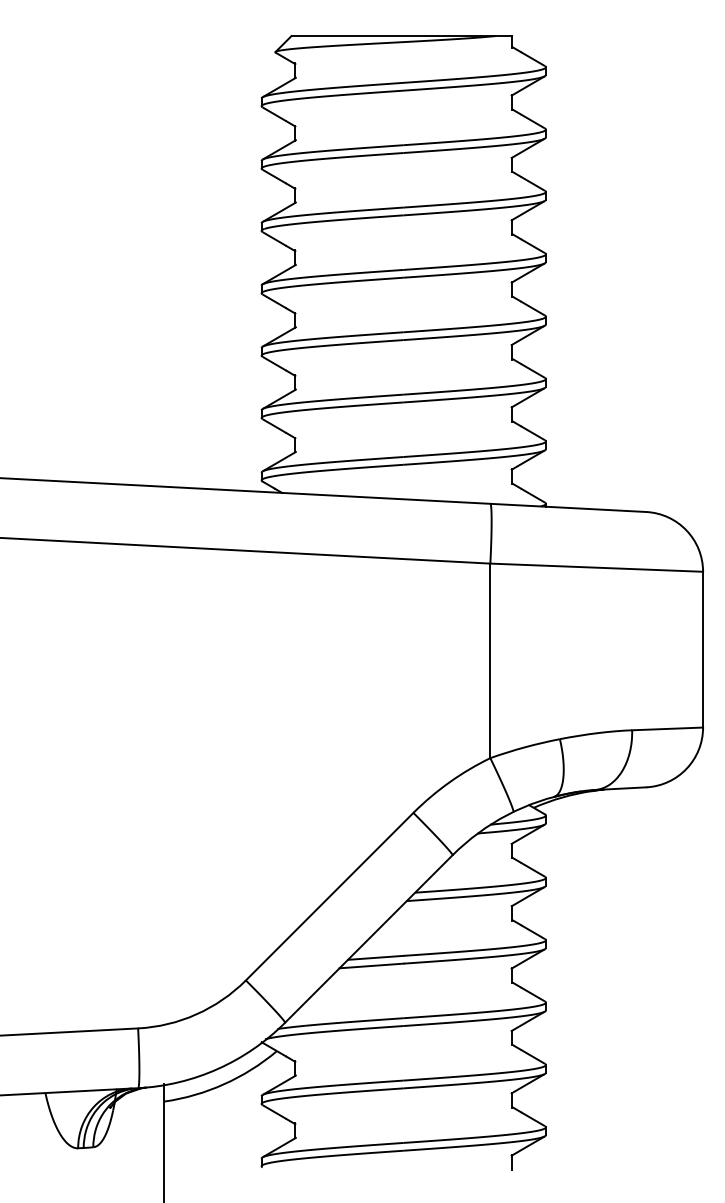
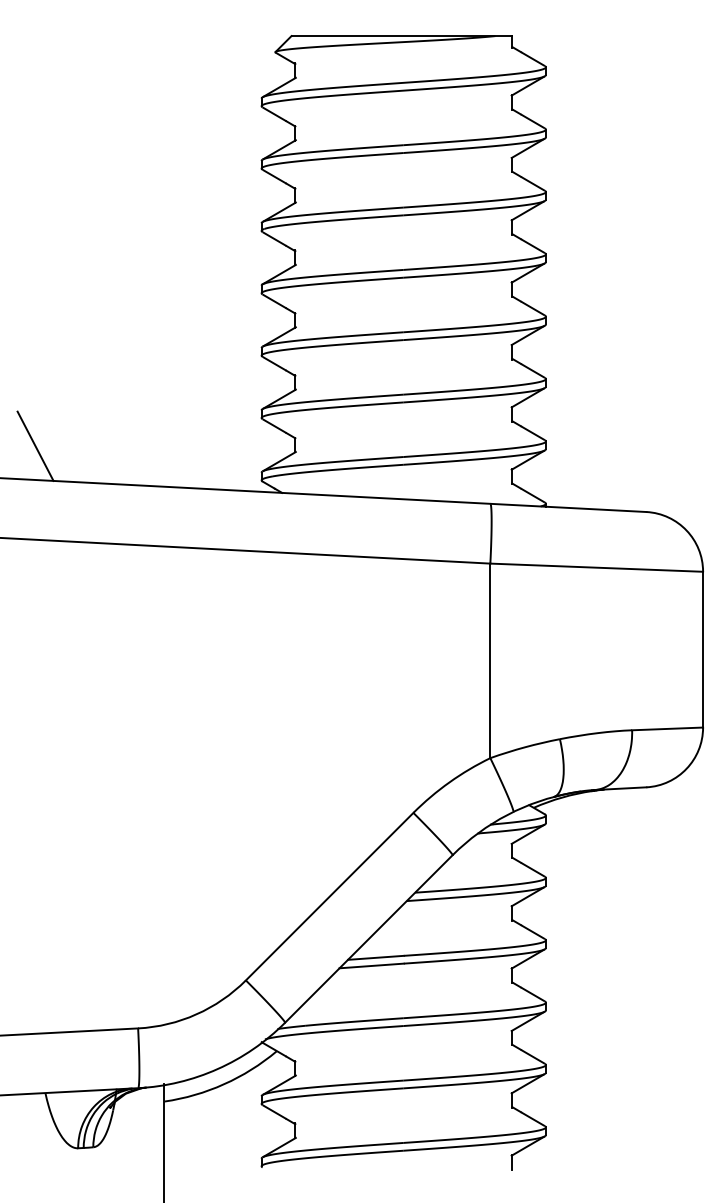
line at (35, 445): none -> present
